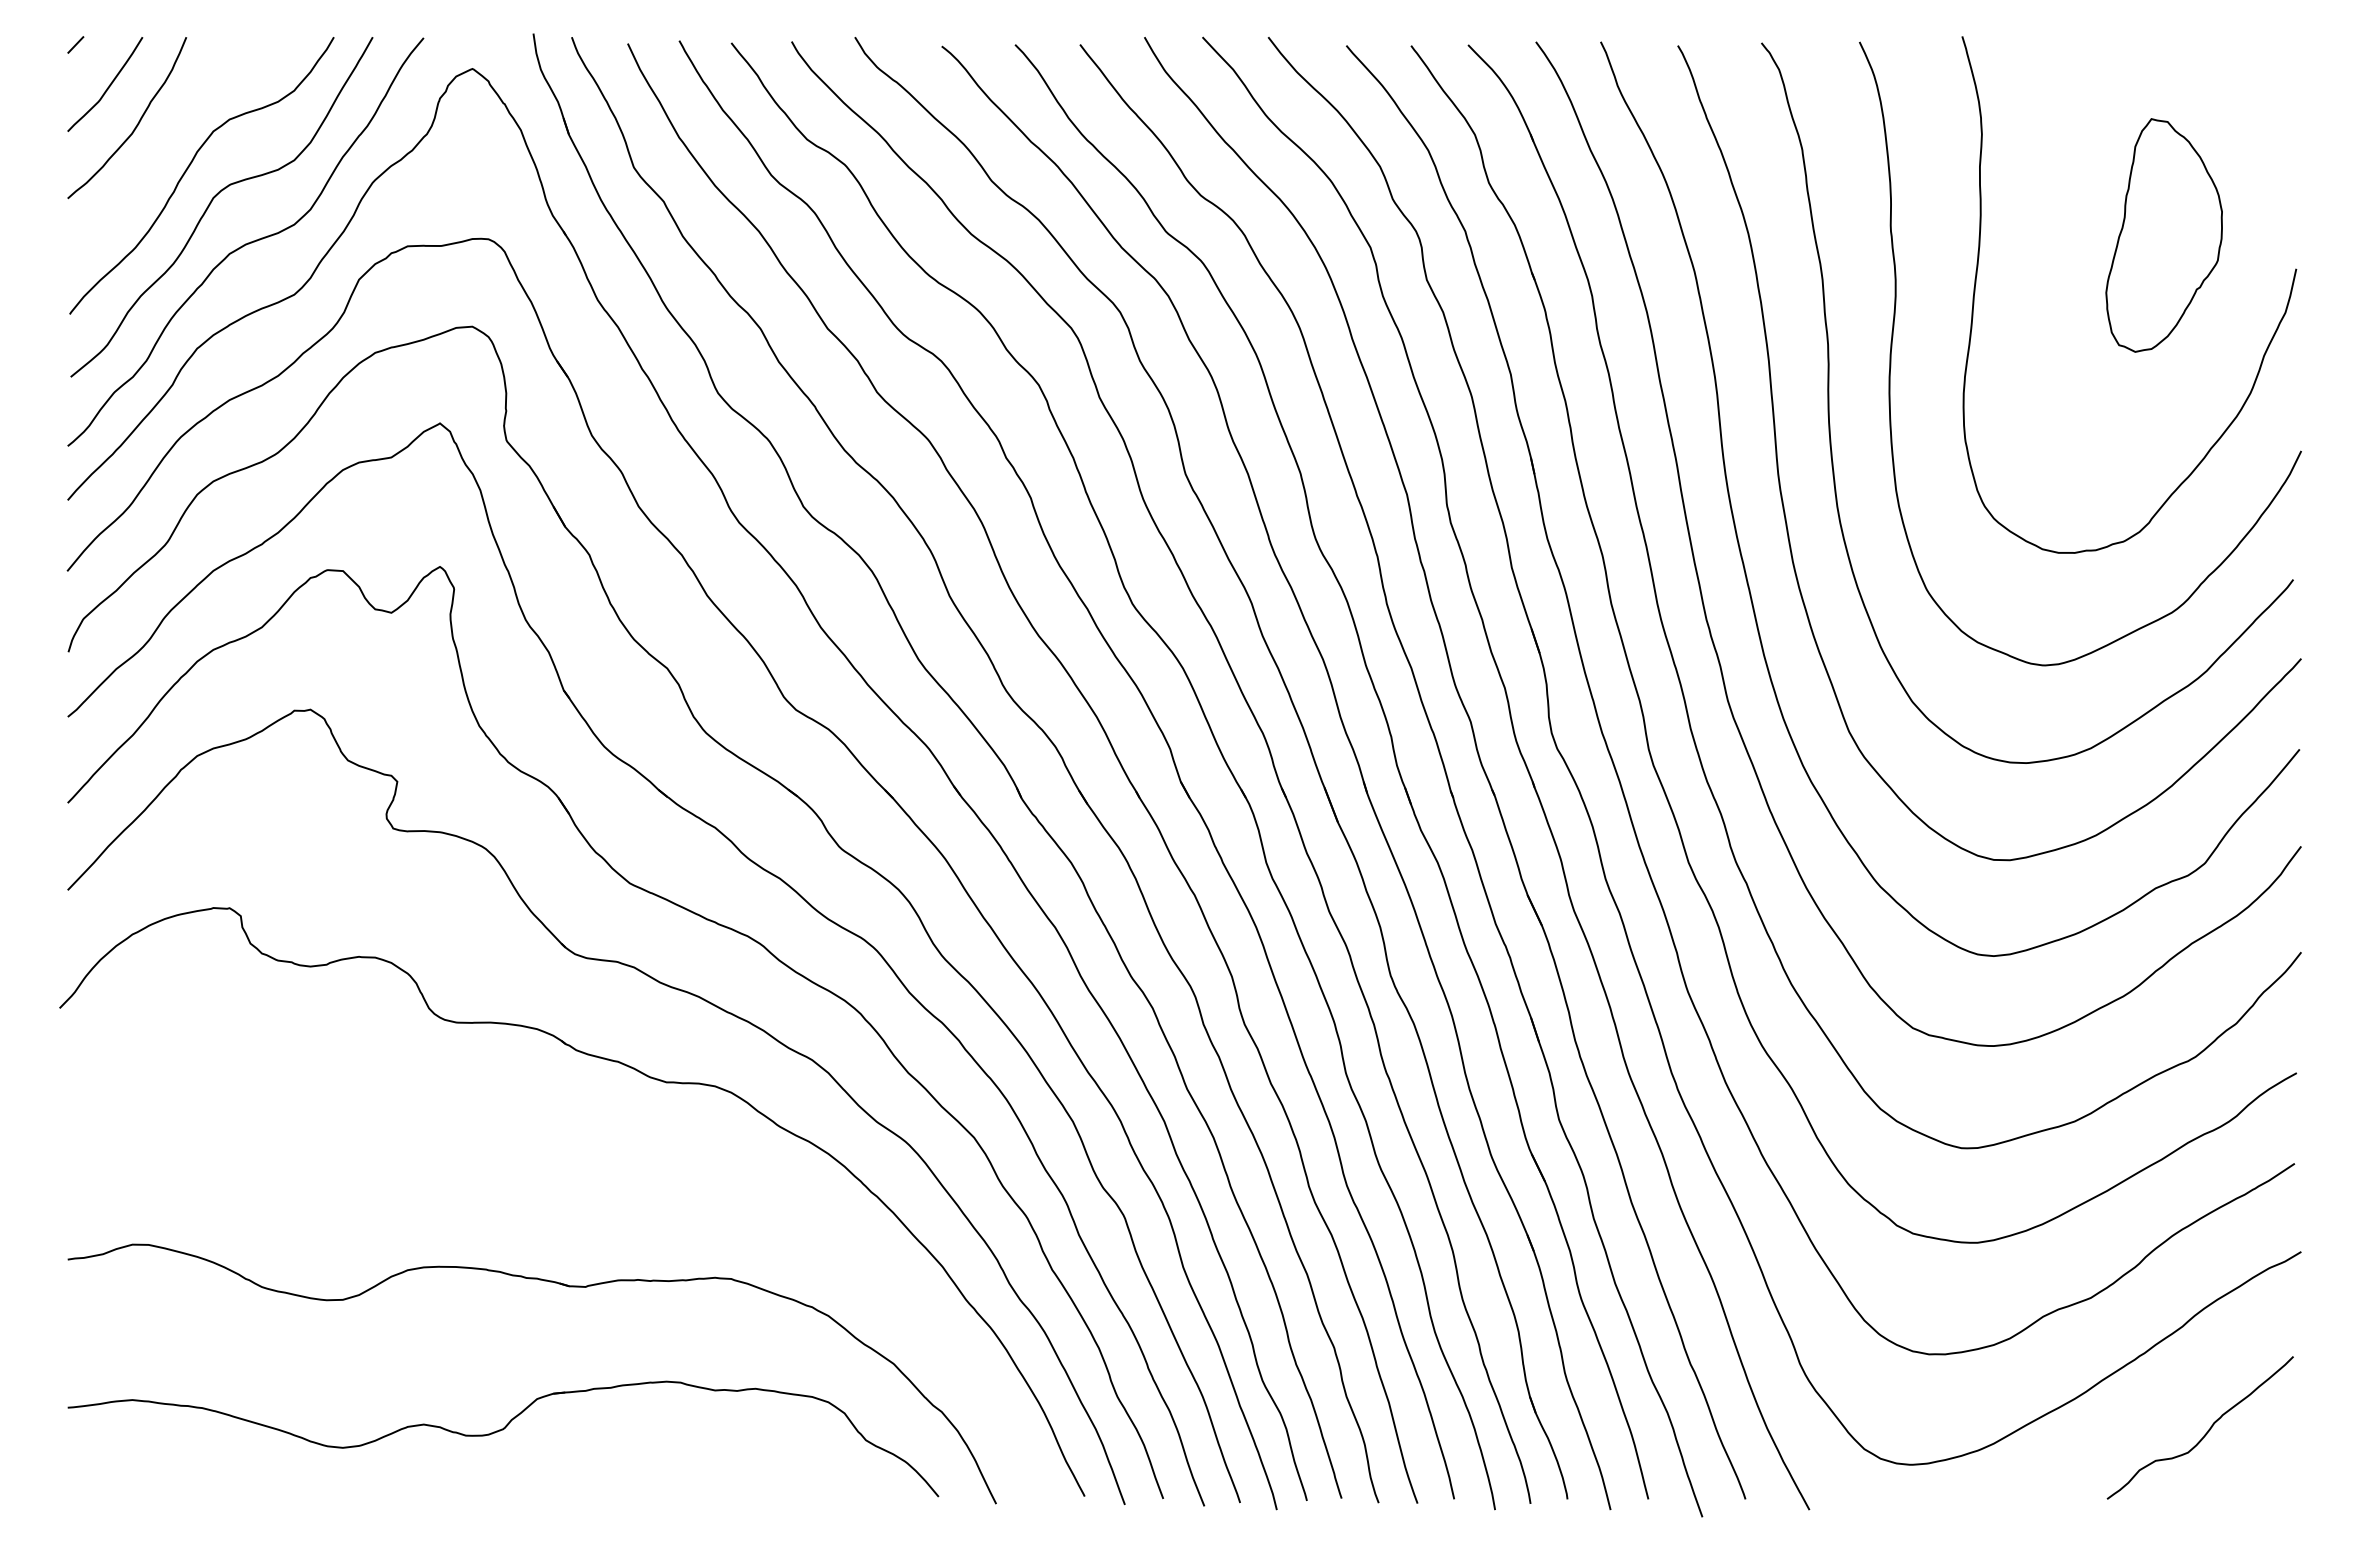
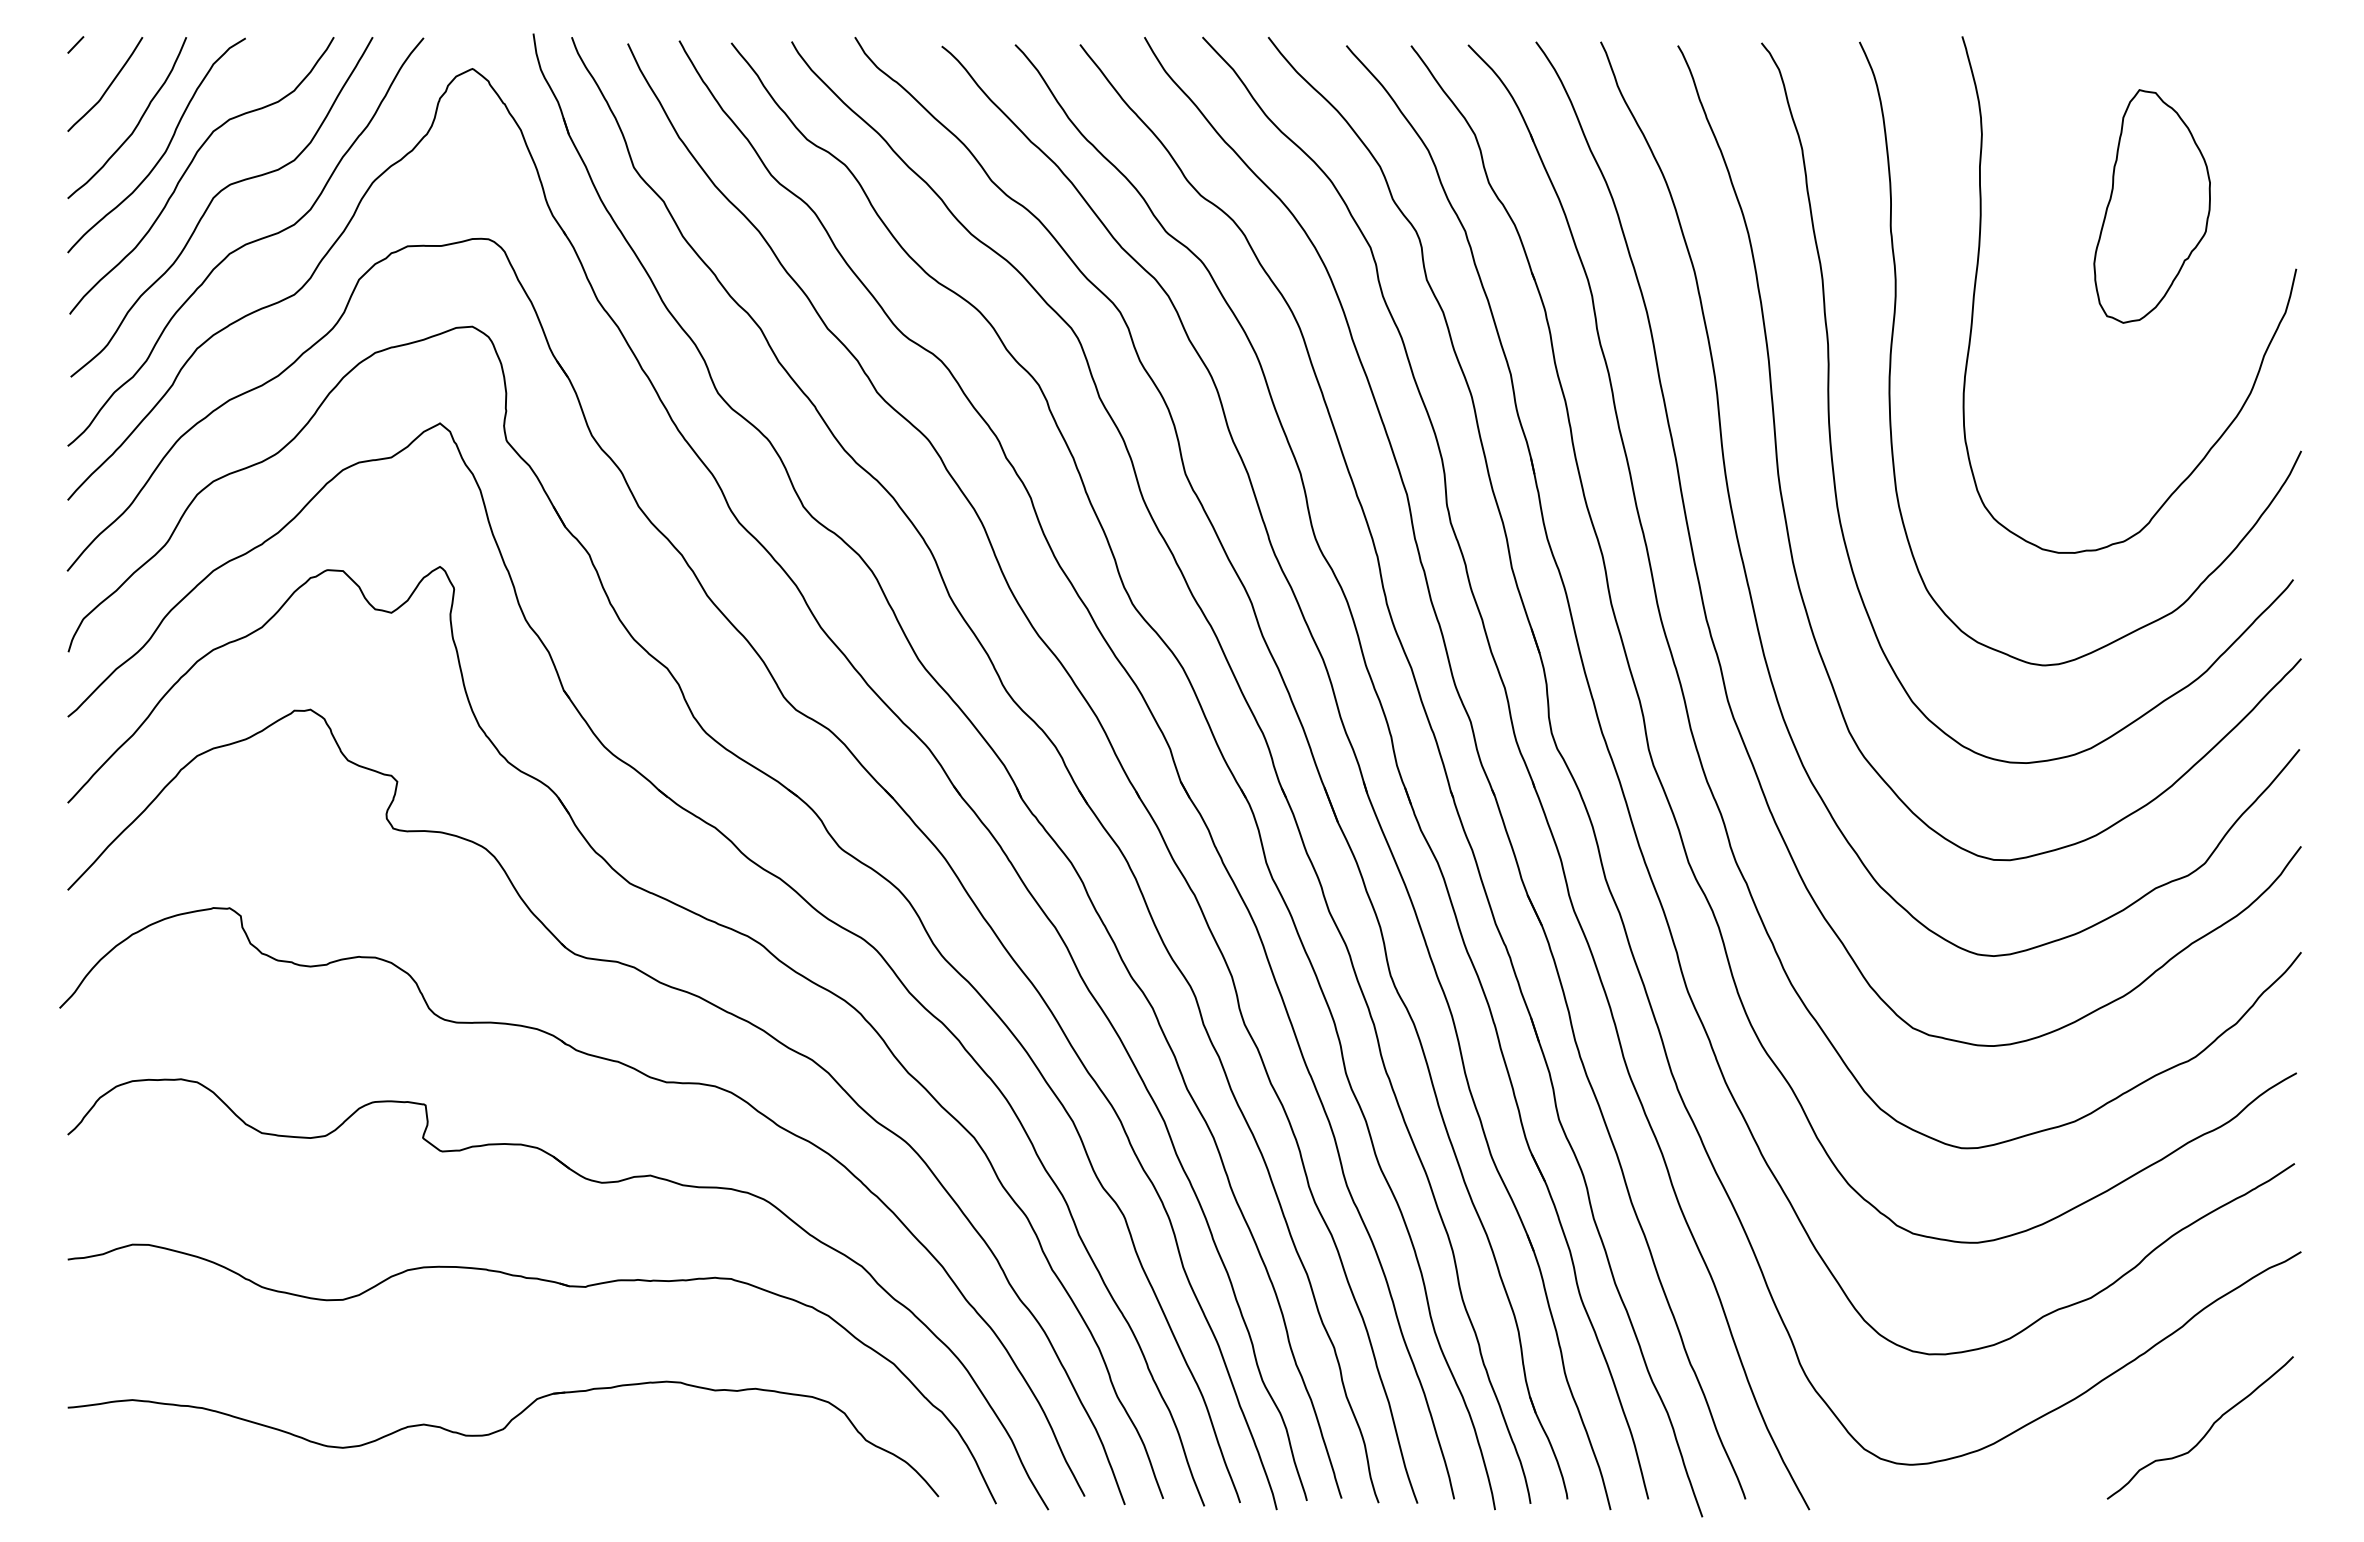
curve at (165, 149): none -> present
part at (2163, 235) position: (2163, 235) -> (2151, 206)
part at (590, 1181): none -> present
